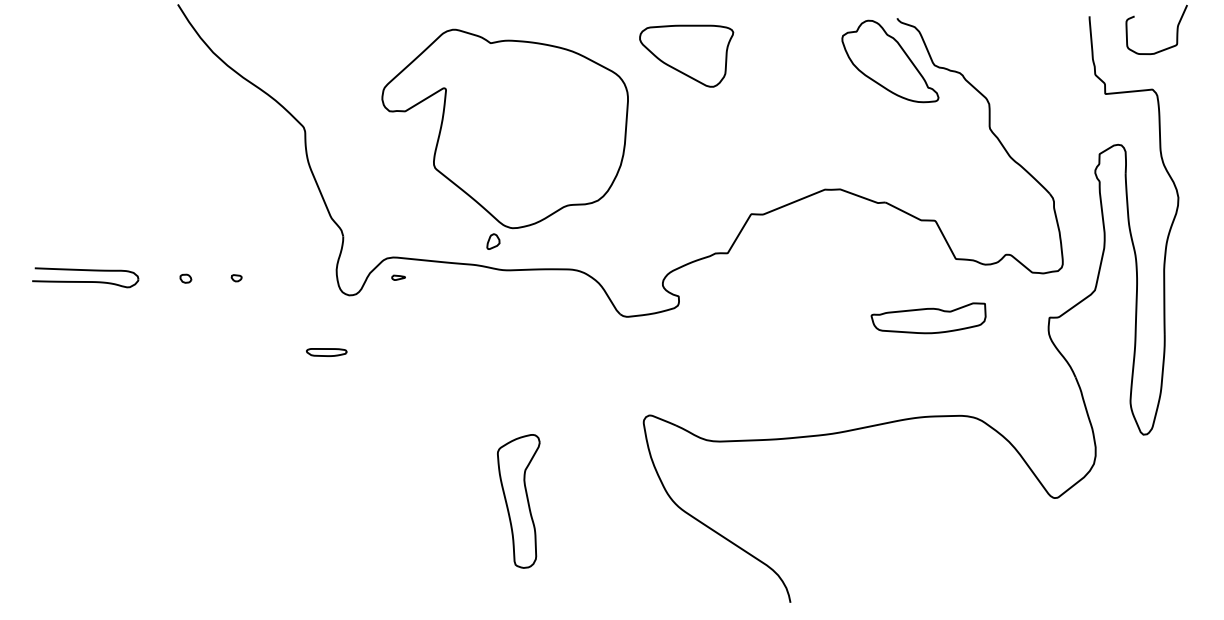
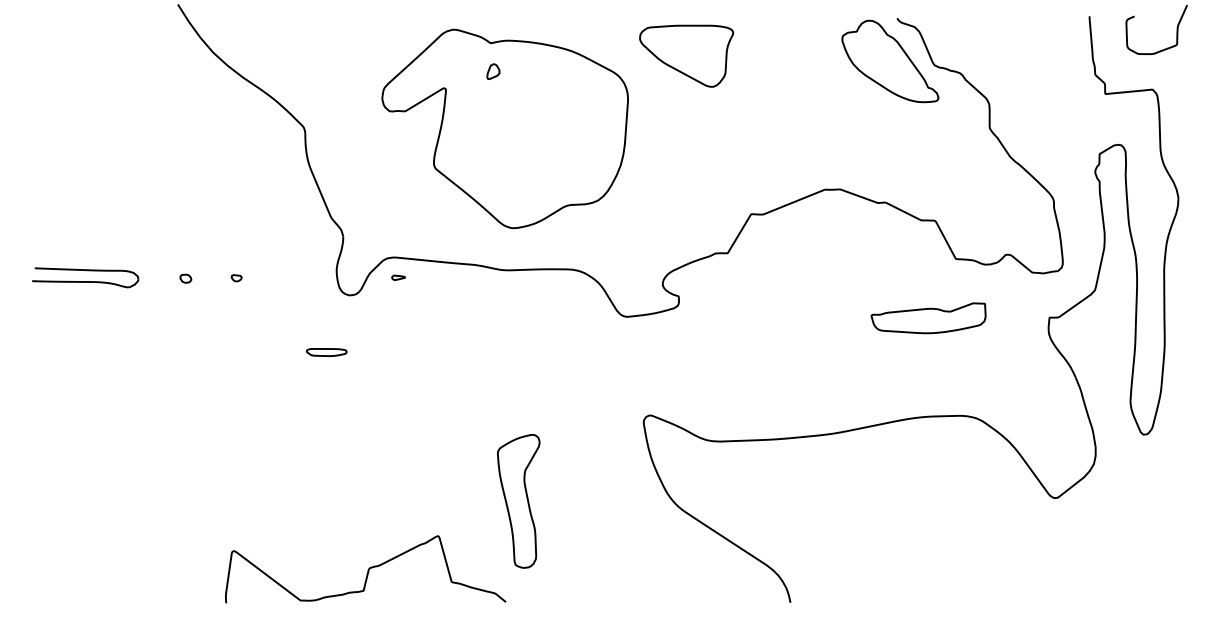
part at (493, 241) position: (493, 241) -> (493, 71)
curve at (367, 570): none -> present
